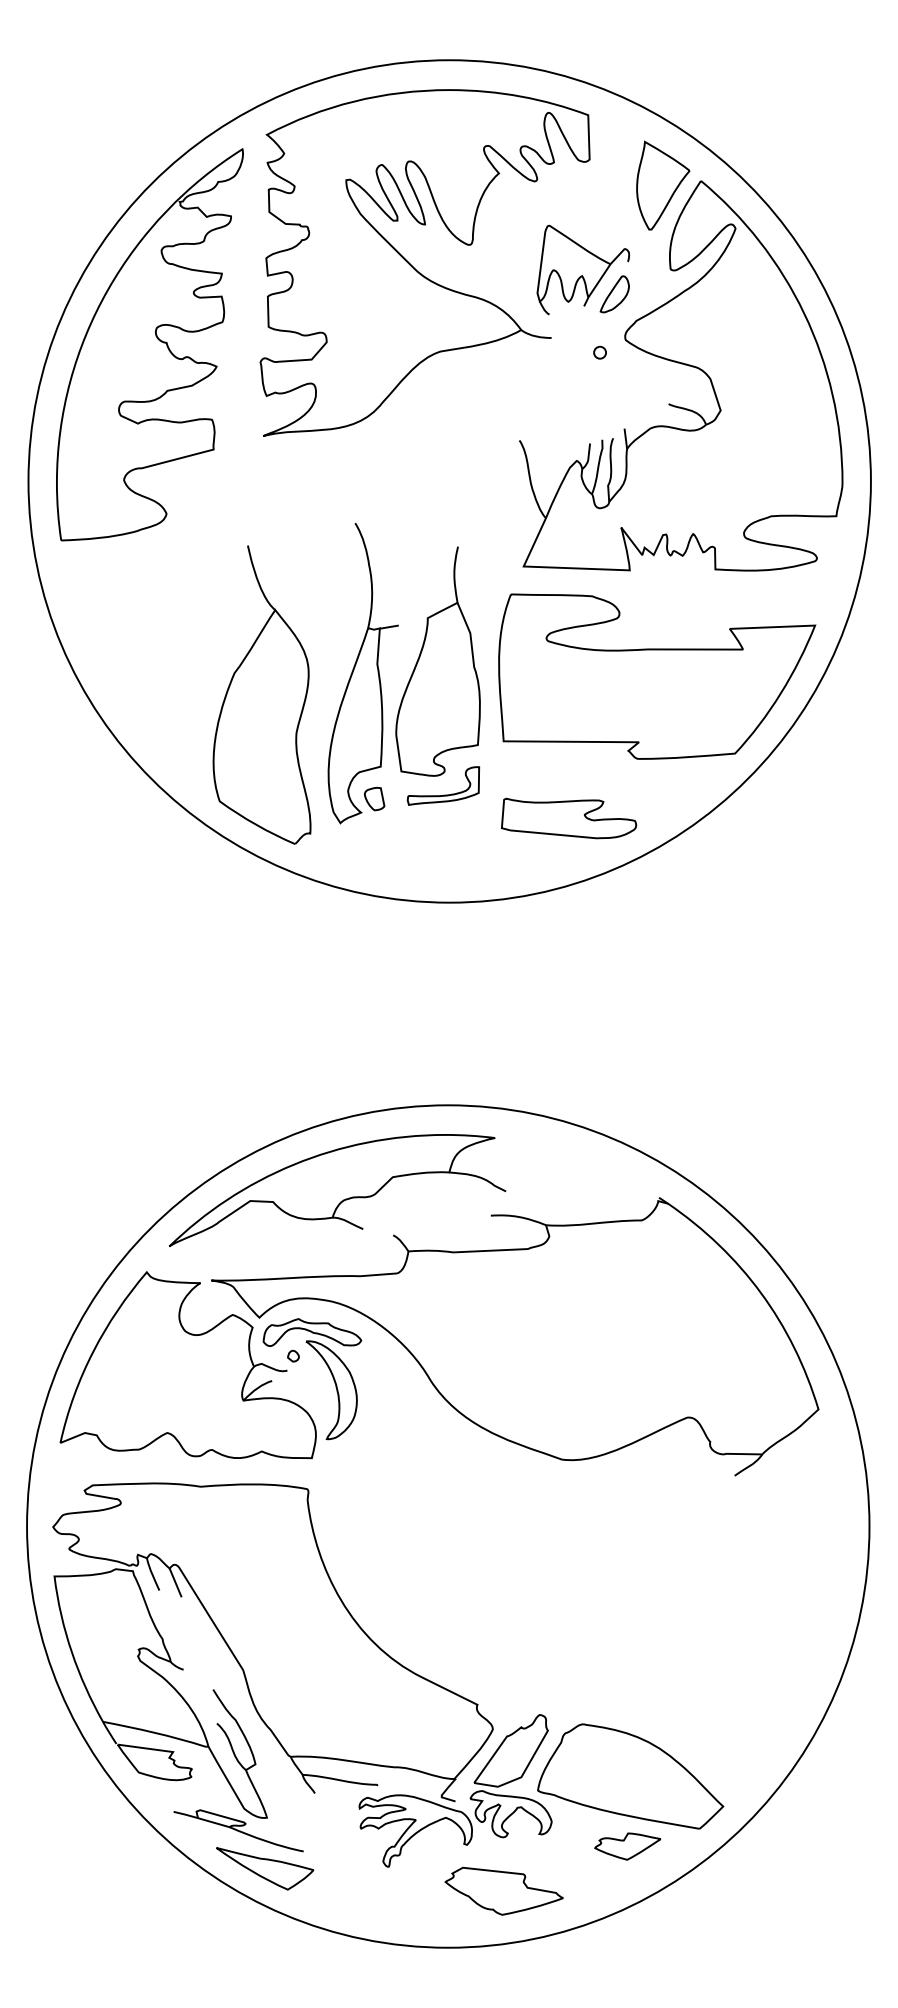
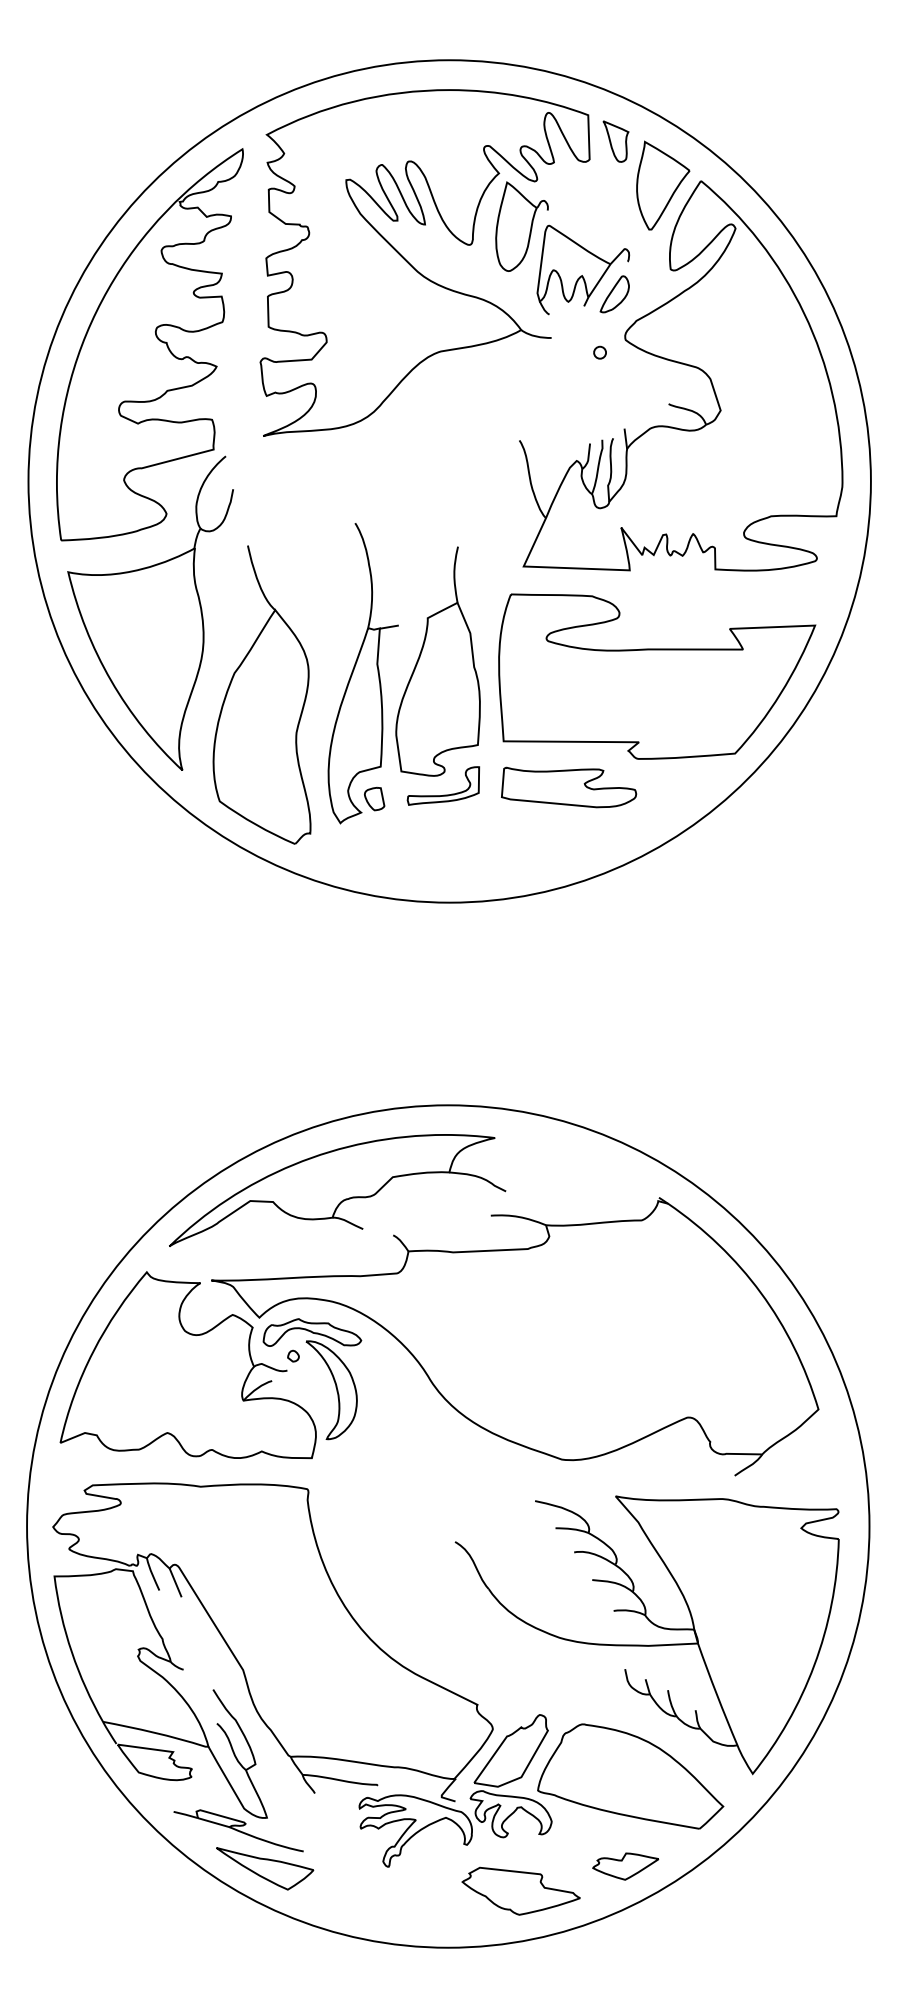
part at (615, 141): none -> present
part at (521, 226): none -> present
part at (150, 612): none -> present
part at (569, 818) position: (569, 818) -> (569, 787)
part at (645, 1644): none -> present
part at (627, 1846) position: (627, 1846) -> (625, 1866)
part at (503, 1890) position: (503, 1890) -> (520, 1890)
